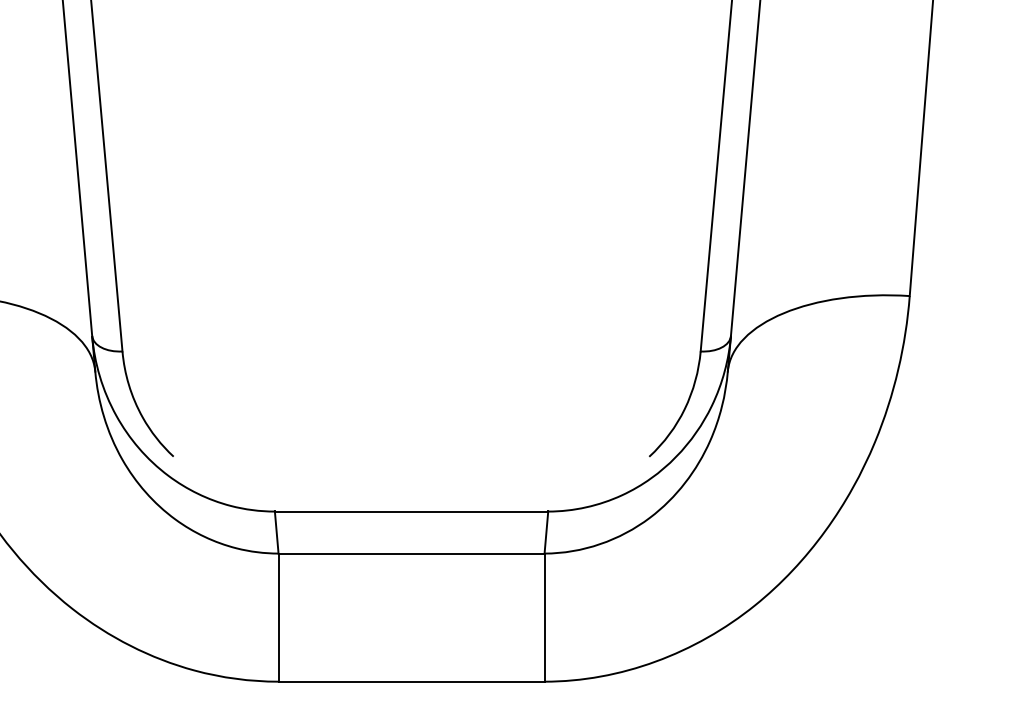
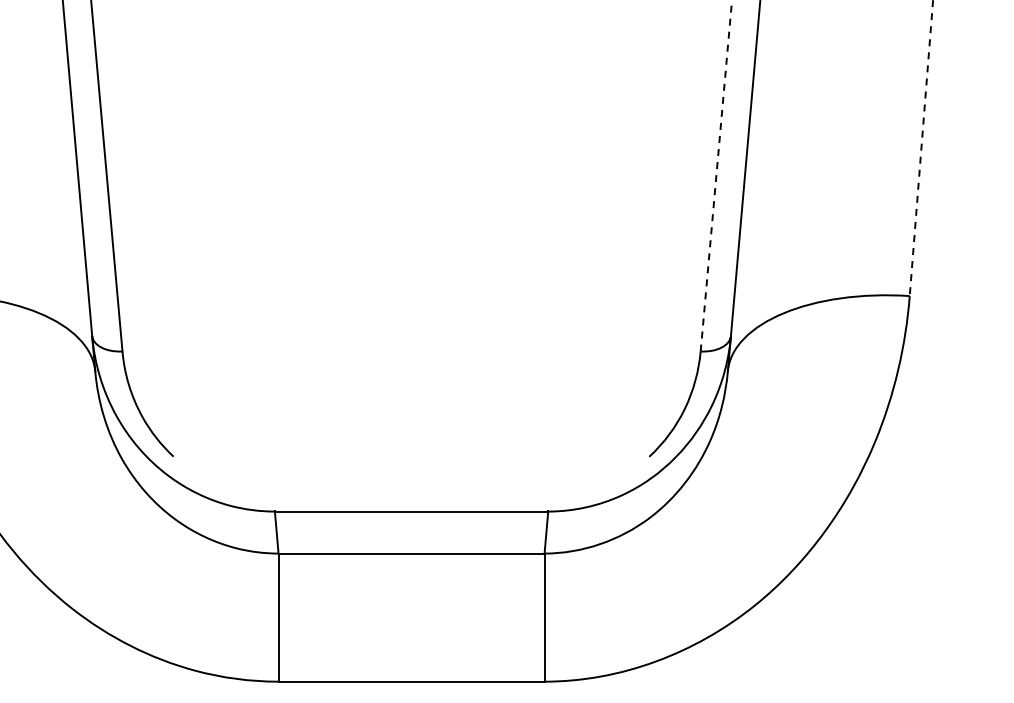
line at (921, 148): solid -> dashed
line at (716, 175): solid -> dashed
